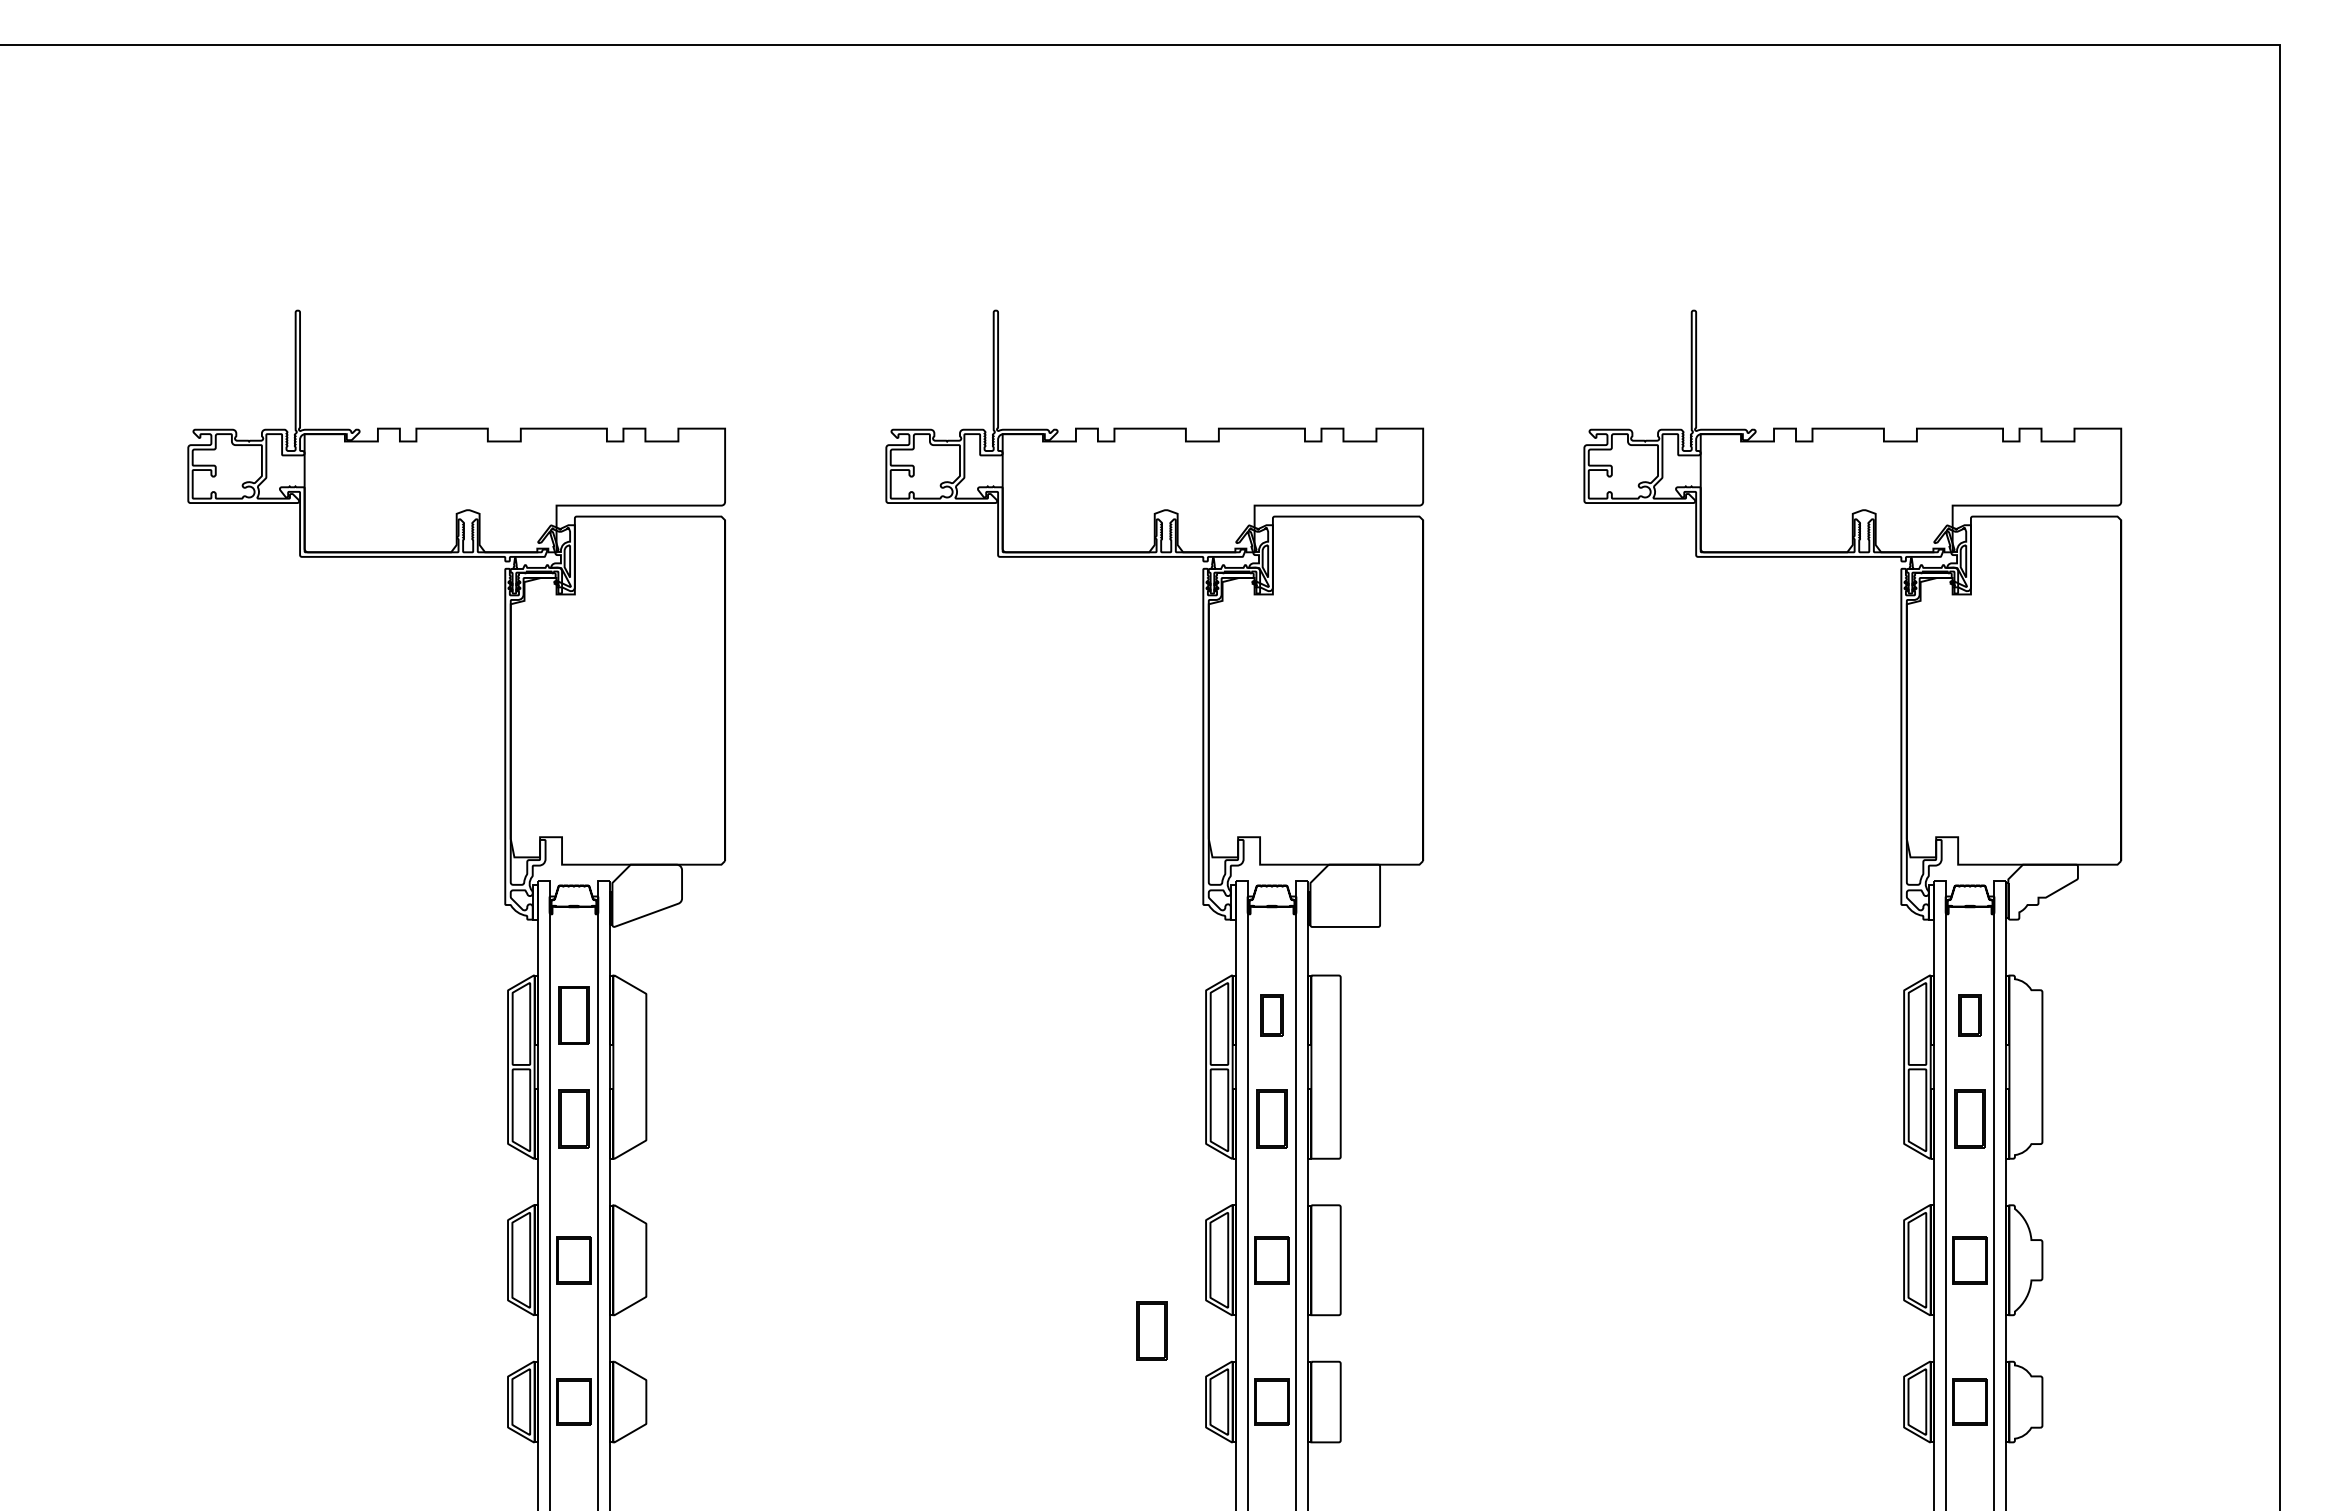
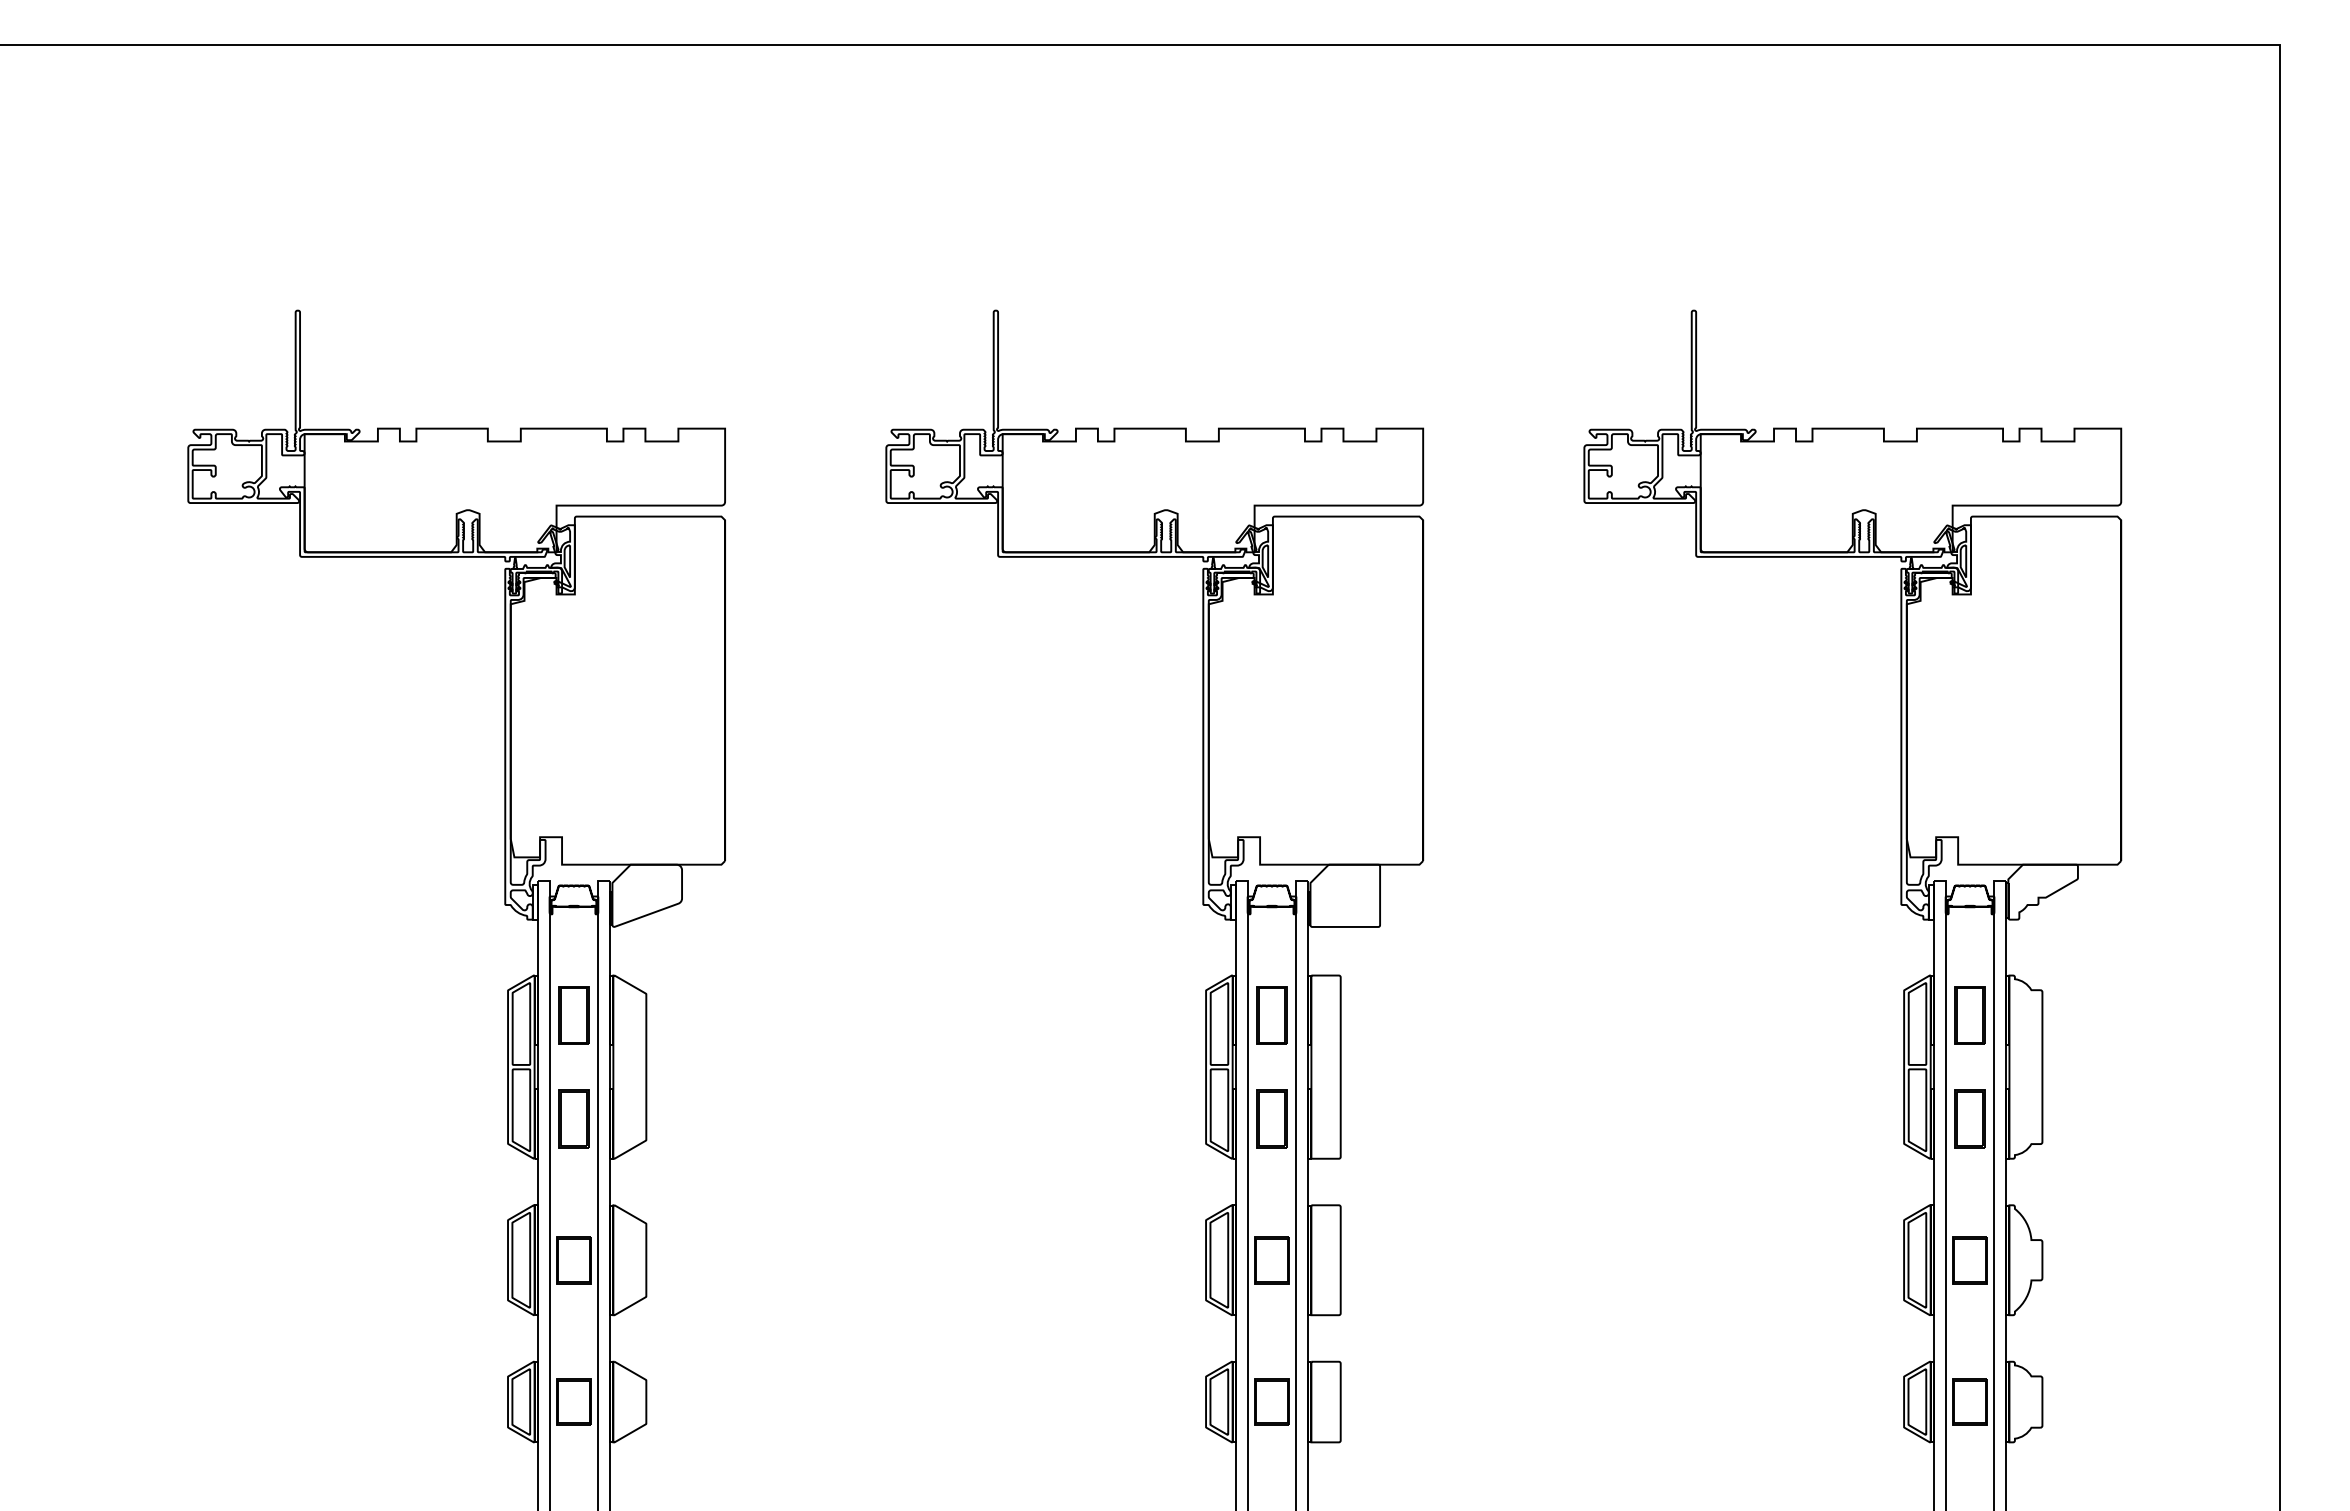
part at (1271, 1015) size: 24x43 px -> 32x59 px
part at (1969, 1015) size: 24x43 px -> 32x59 px
part at (1151, 1330): present -> none
